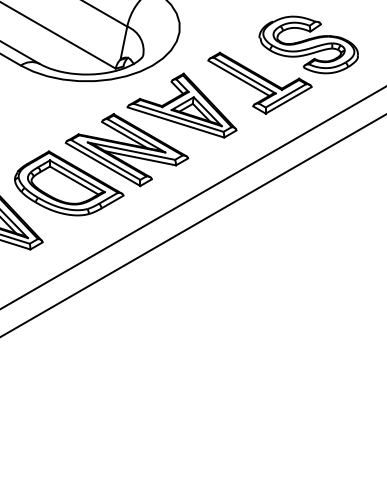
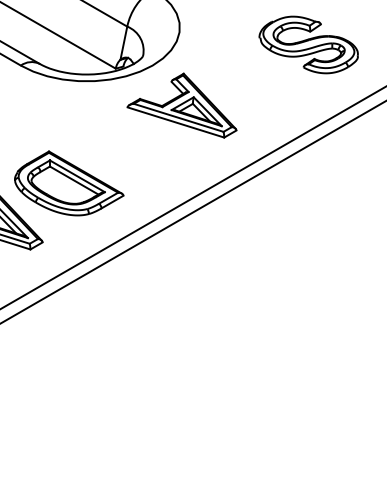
part at (259, 82): present -> none
part at (126, 150): present -> none
line at (192, 225) position: (192, 225) -> (192, 212)
